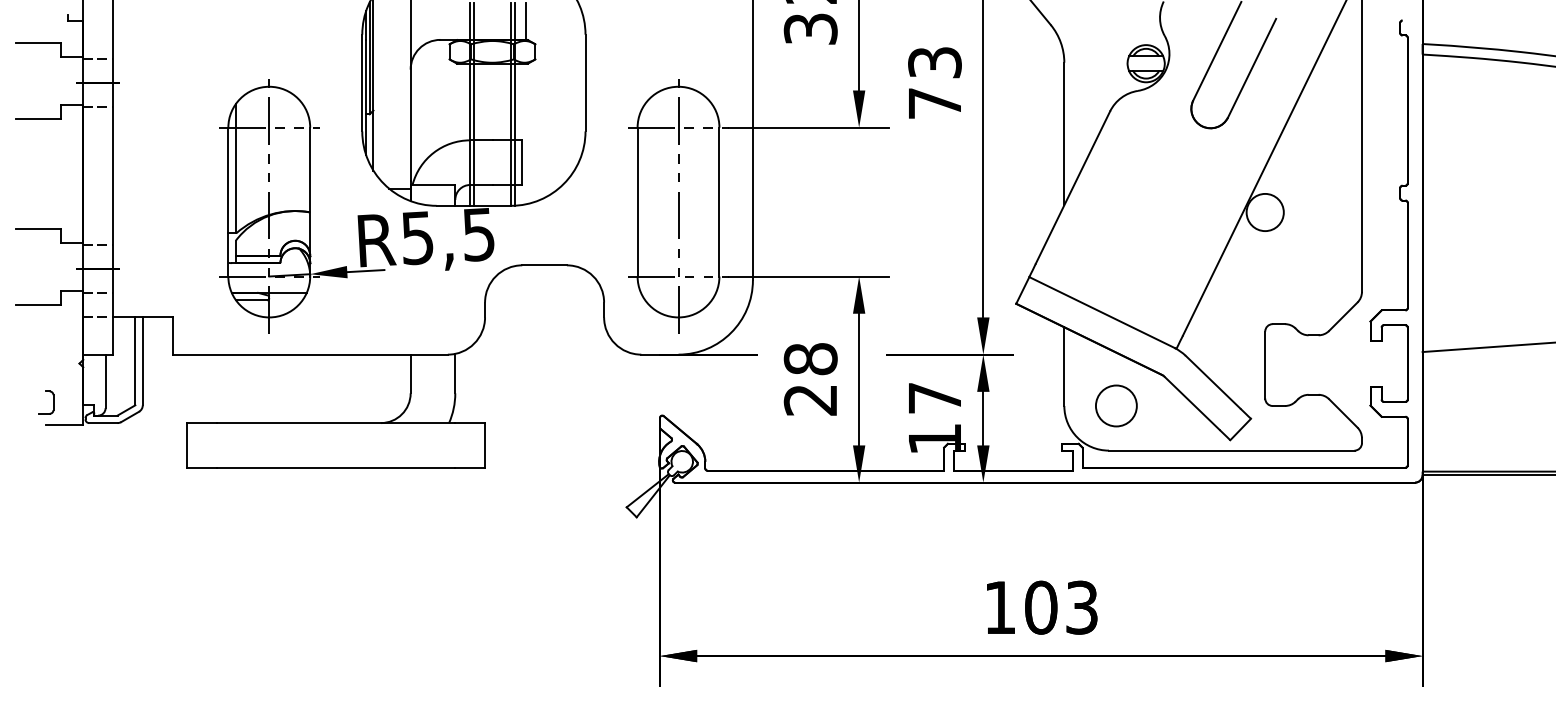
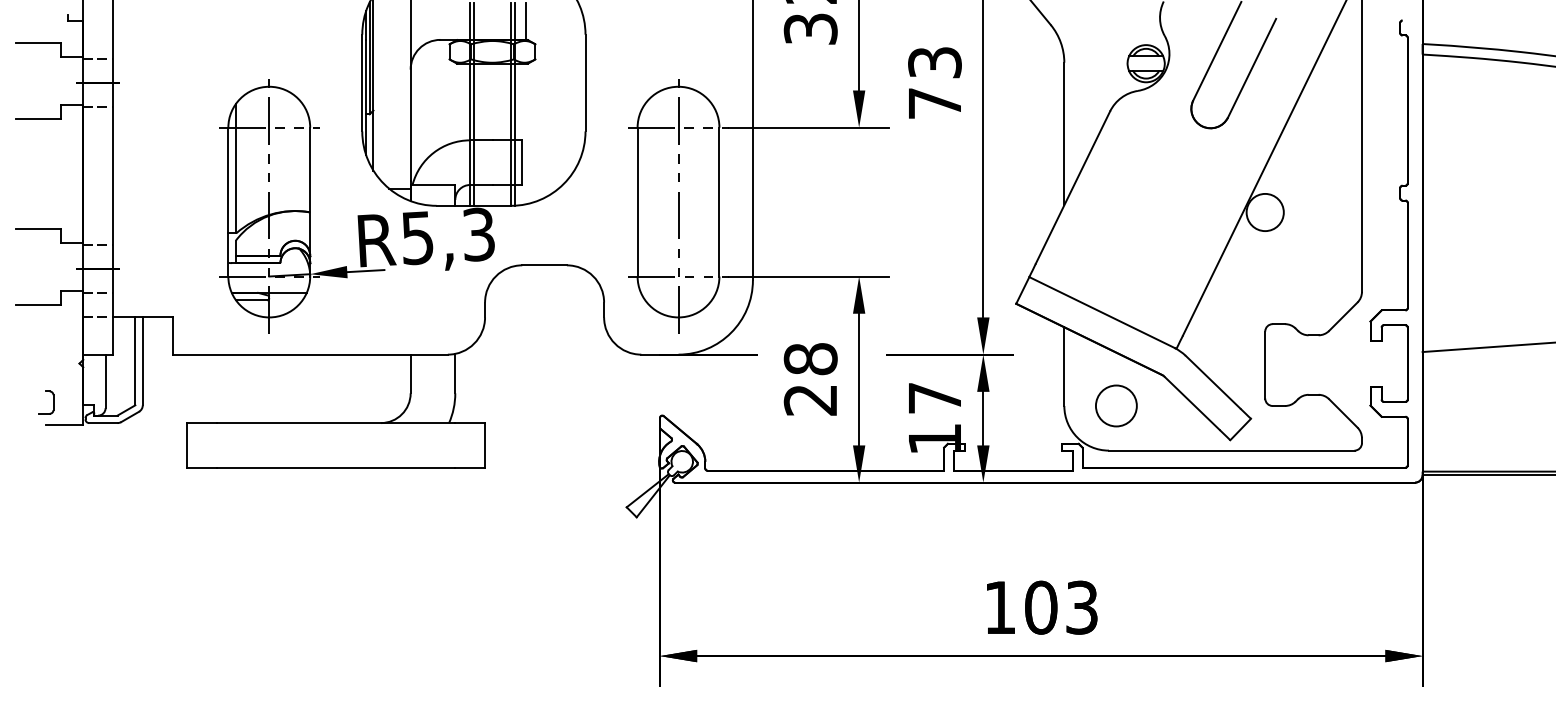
text at (478, 234): R5,5 -> R5,3
